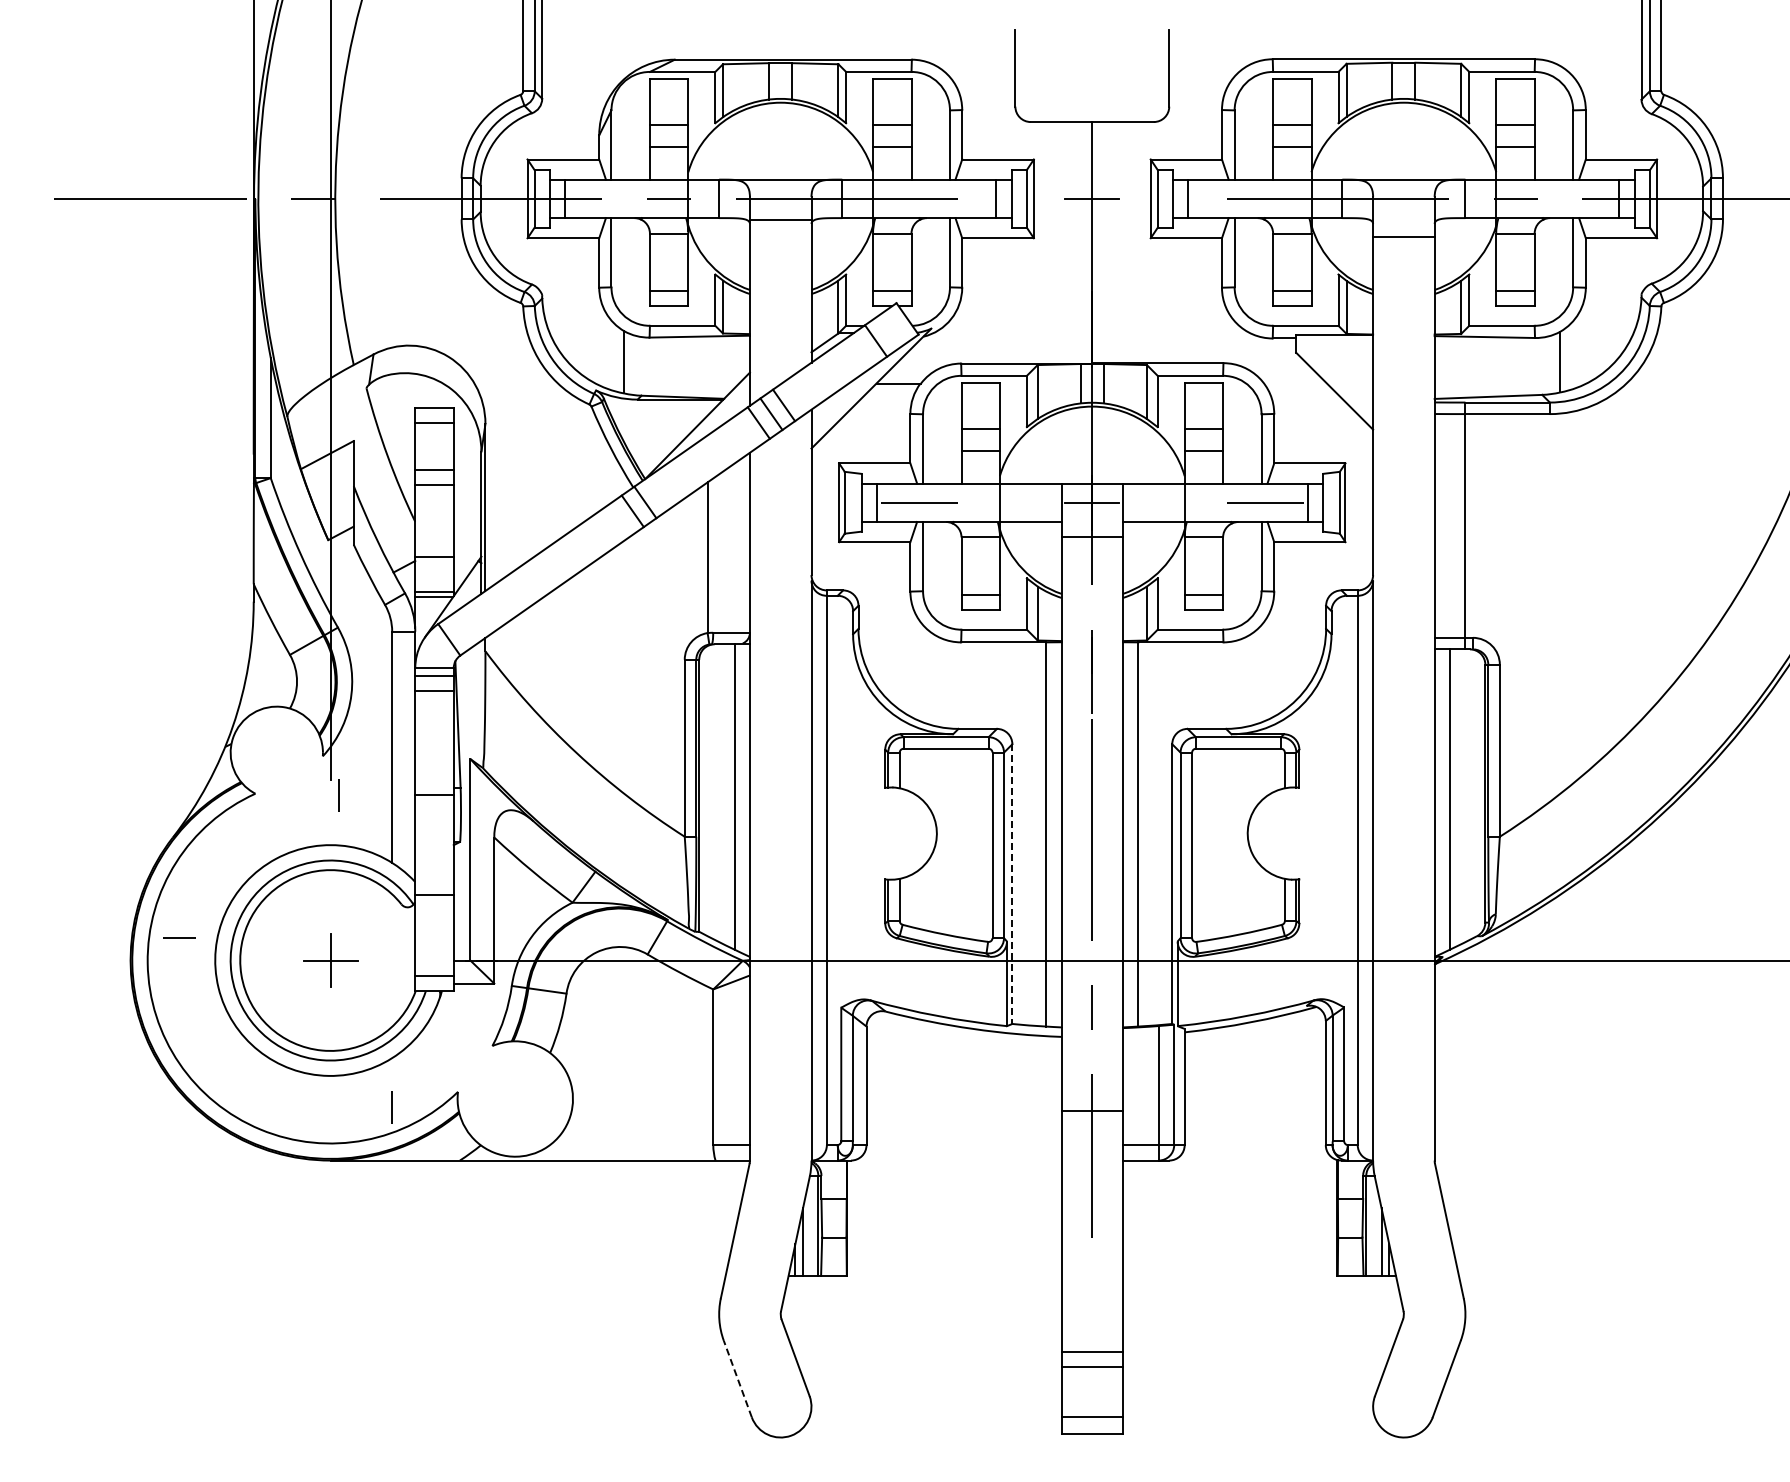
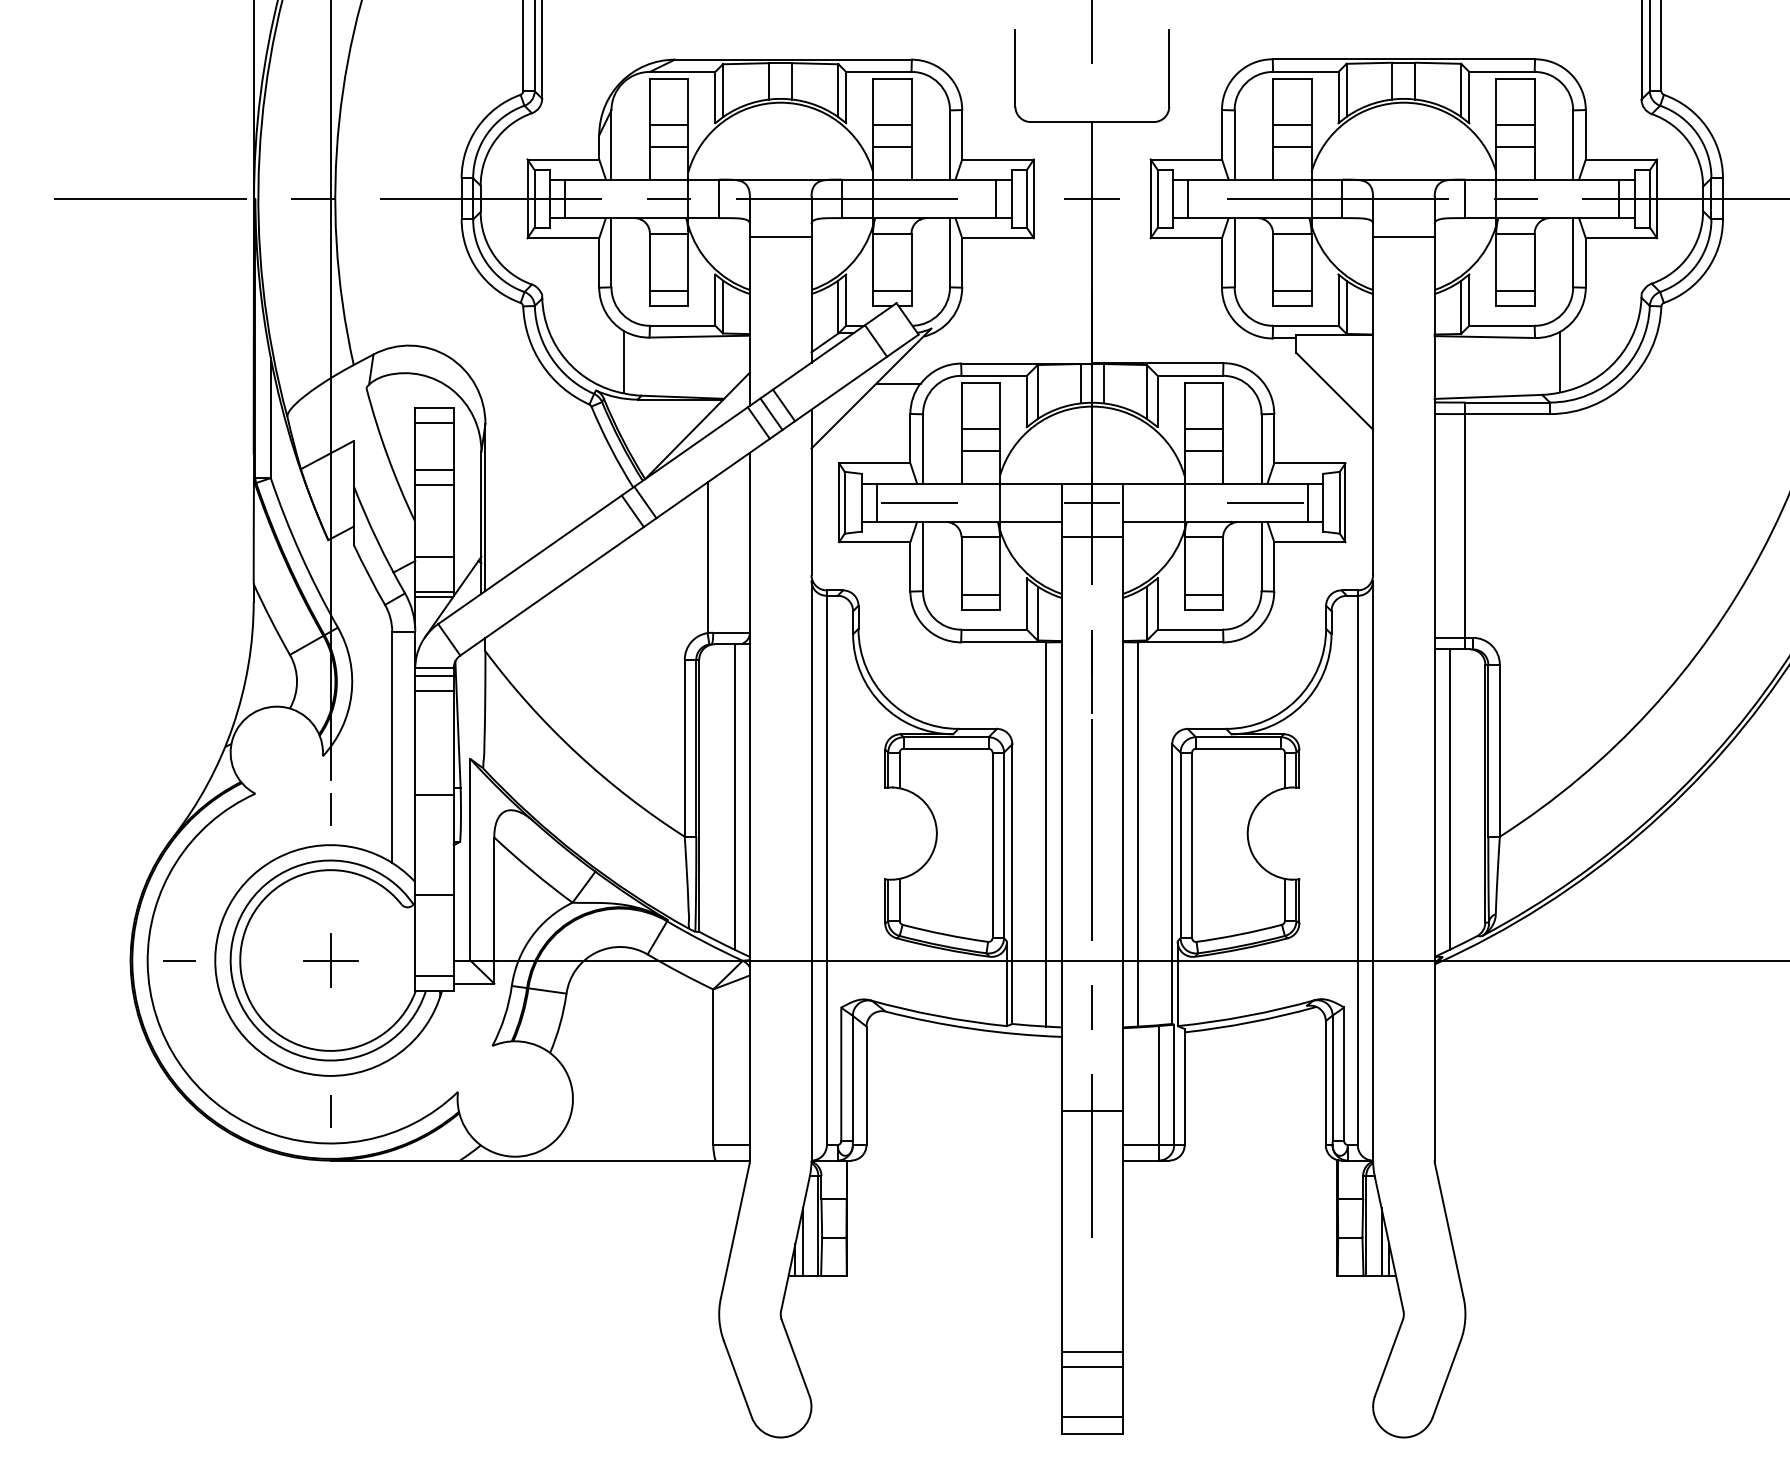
line at (1092, 33): none -> present
line at (780, 220) position: (780, 220) -> (780, 237)
line at (338, 795) position: (338, 795) -> (330, 809)
line at (1012, 884): dashed -> solid
line at (179, 937) position: (179, 937) -> (179, 960)
line at (391, 1107) position: (391, 1107) -> (330, 1111)
line at (737, 1379): dashed -> solid
